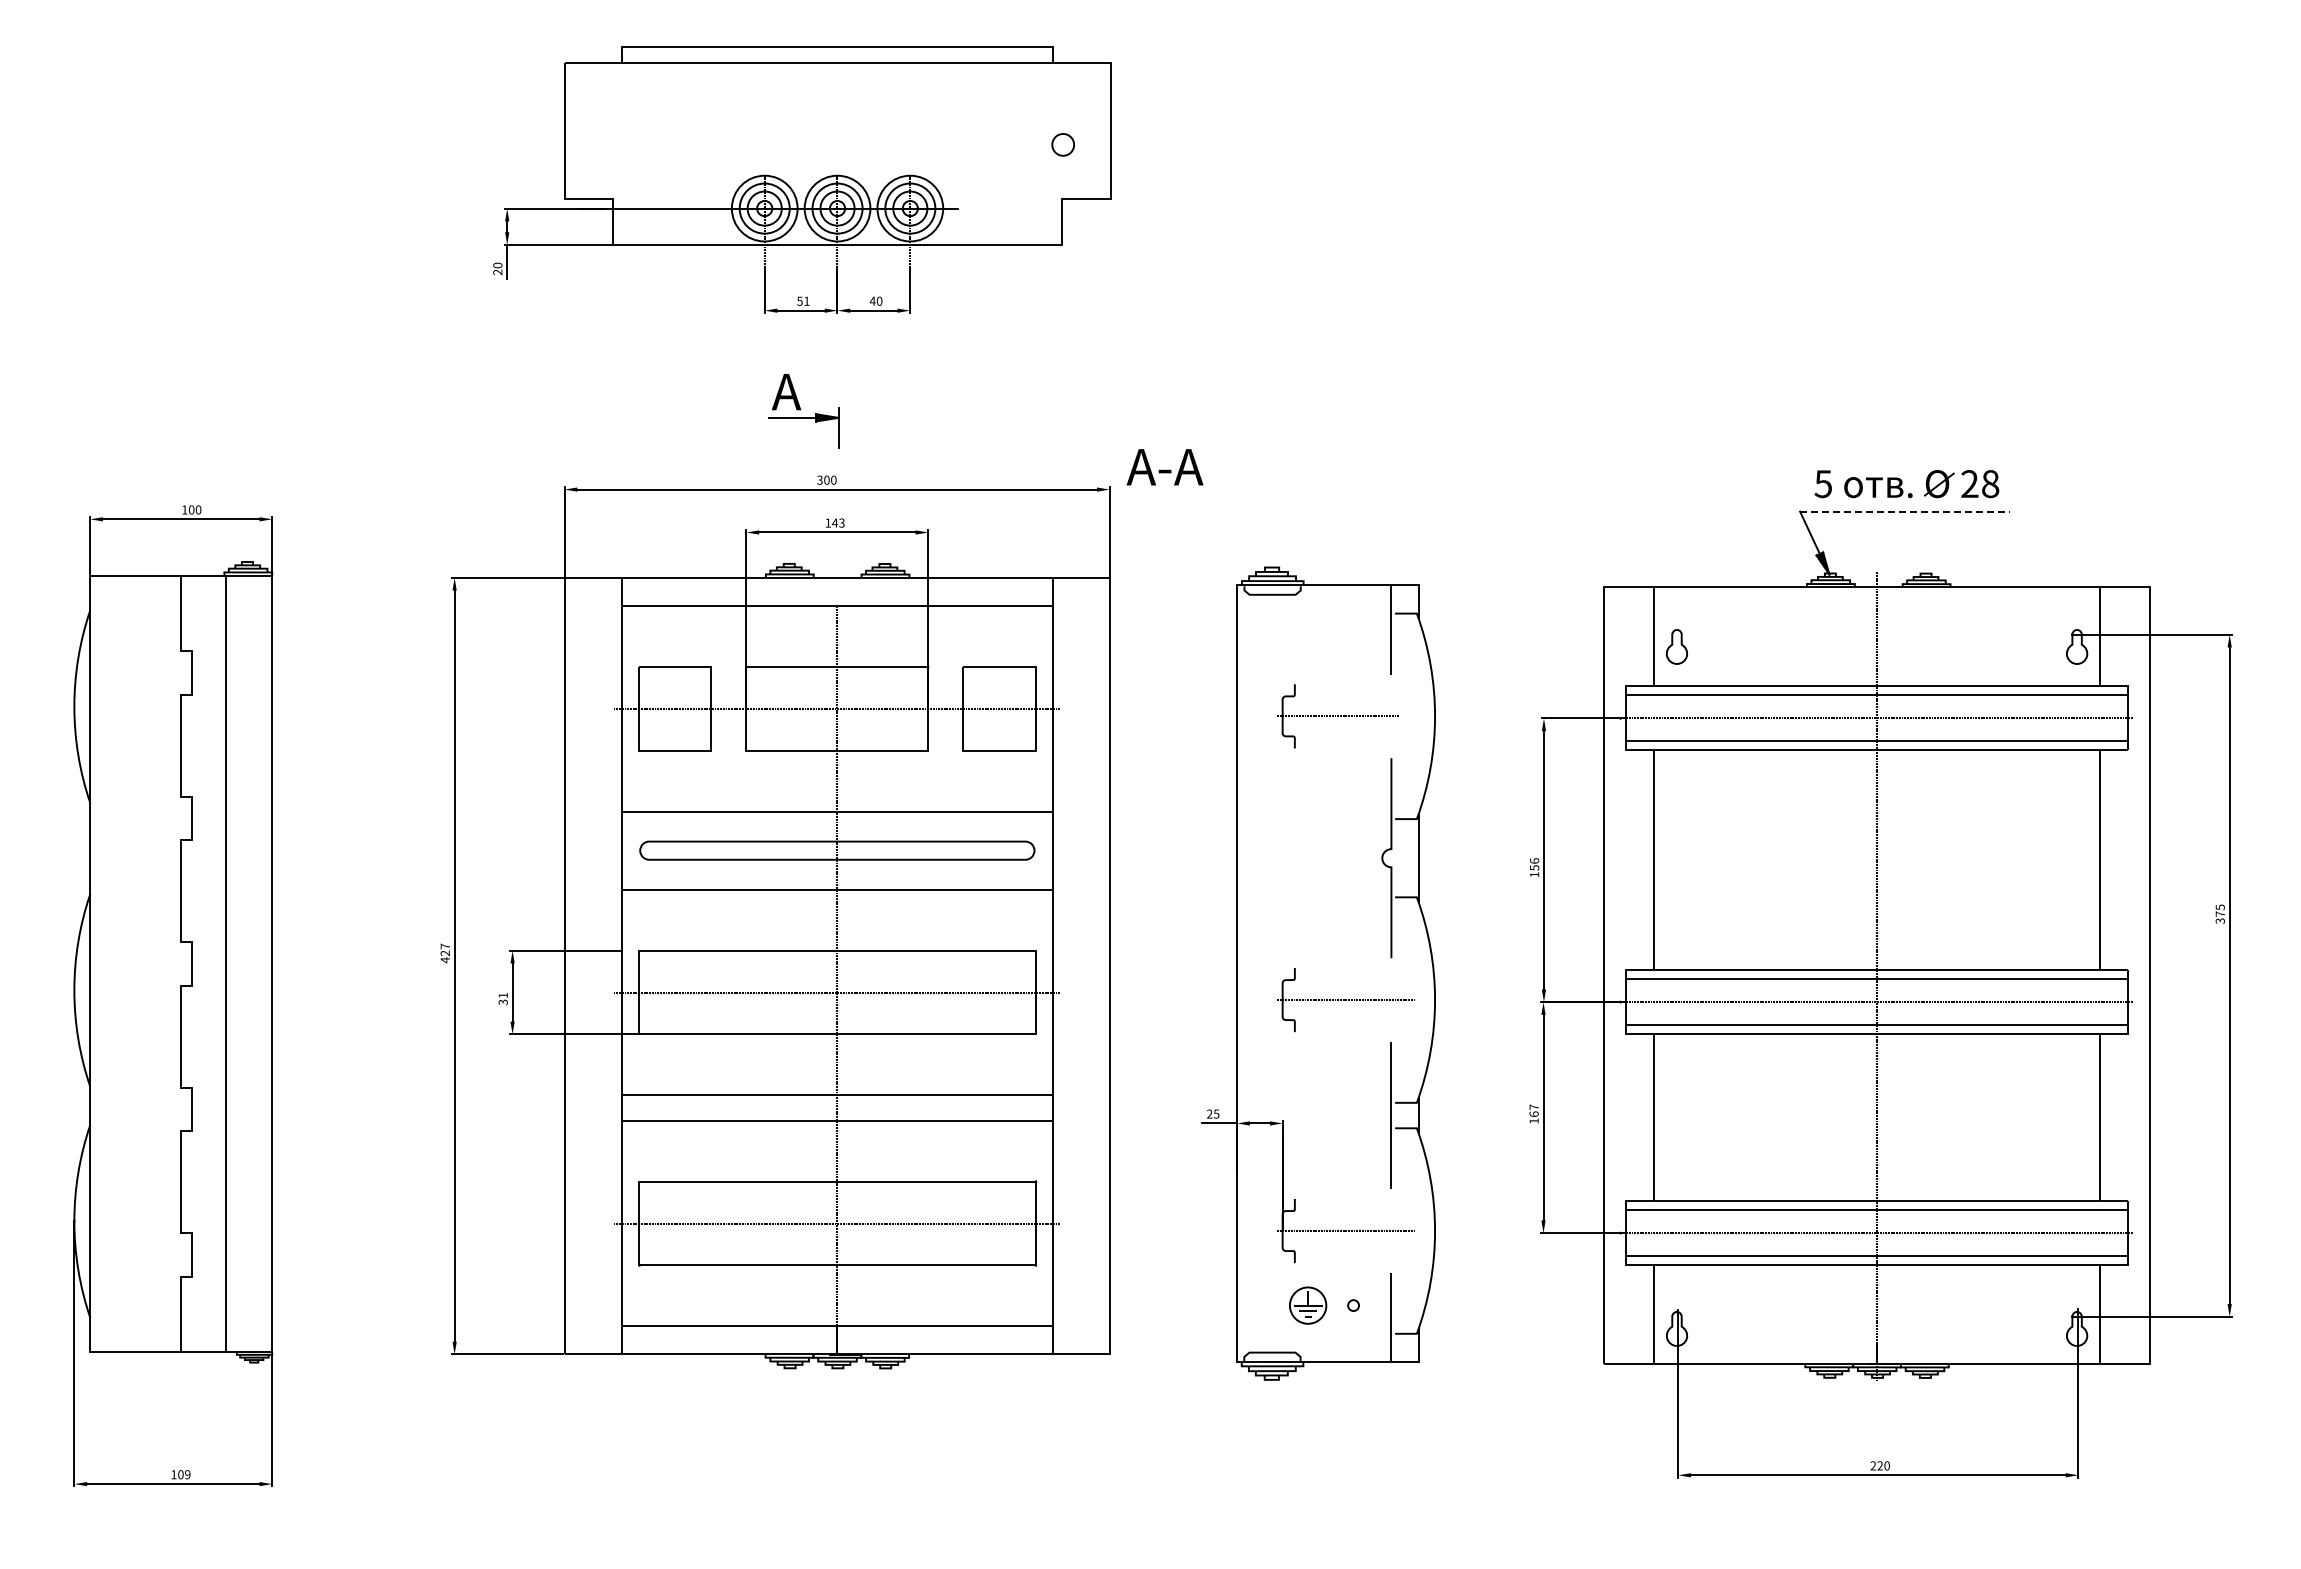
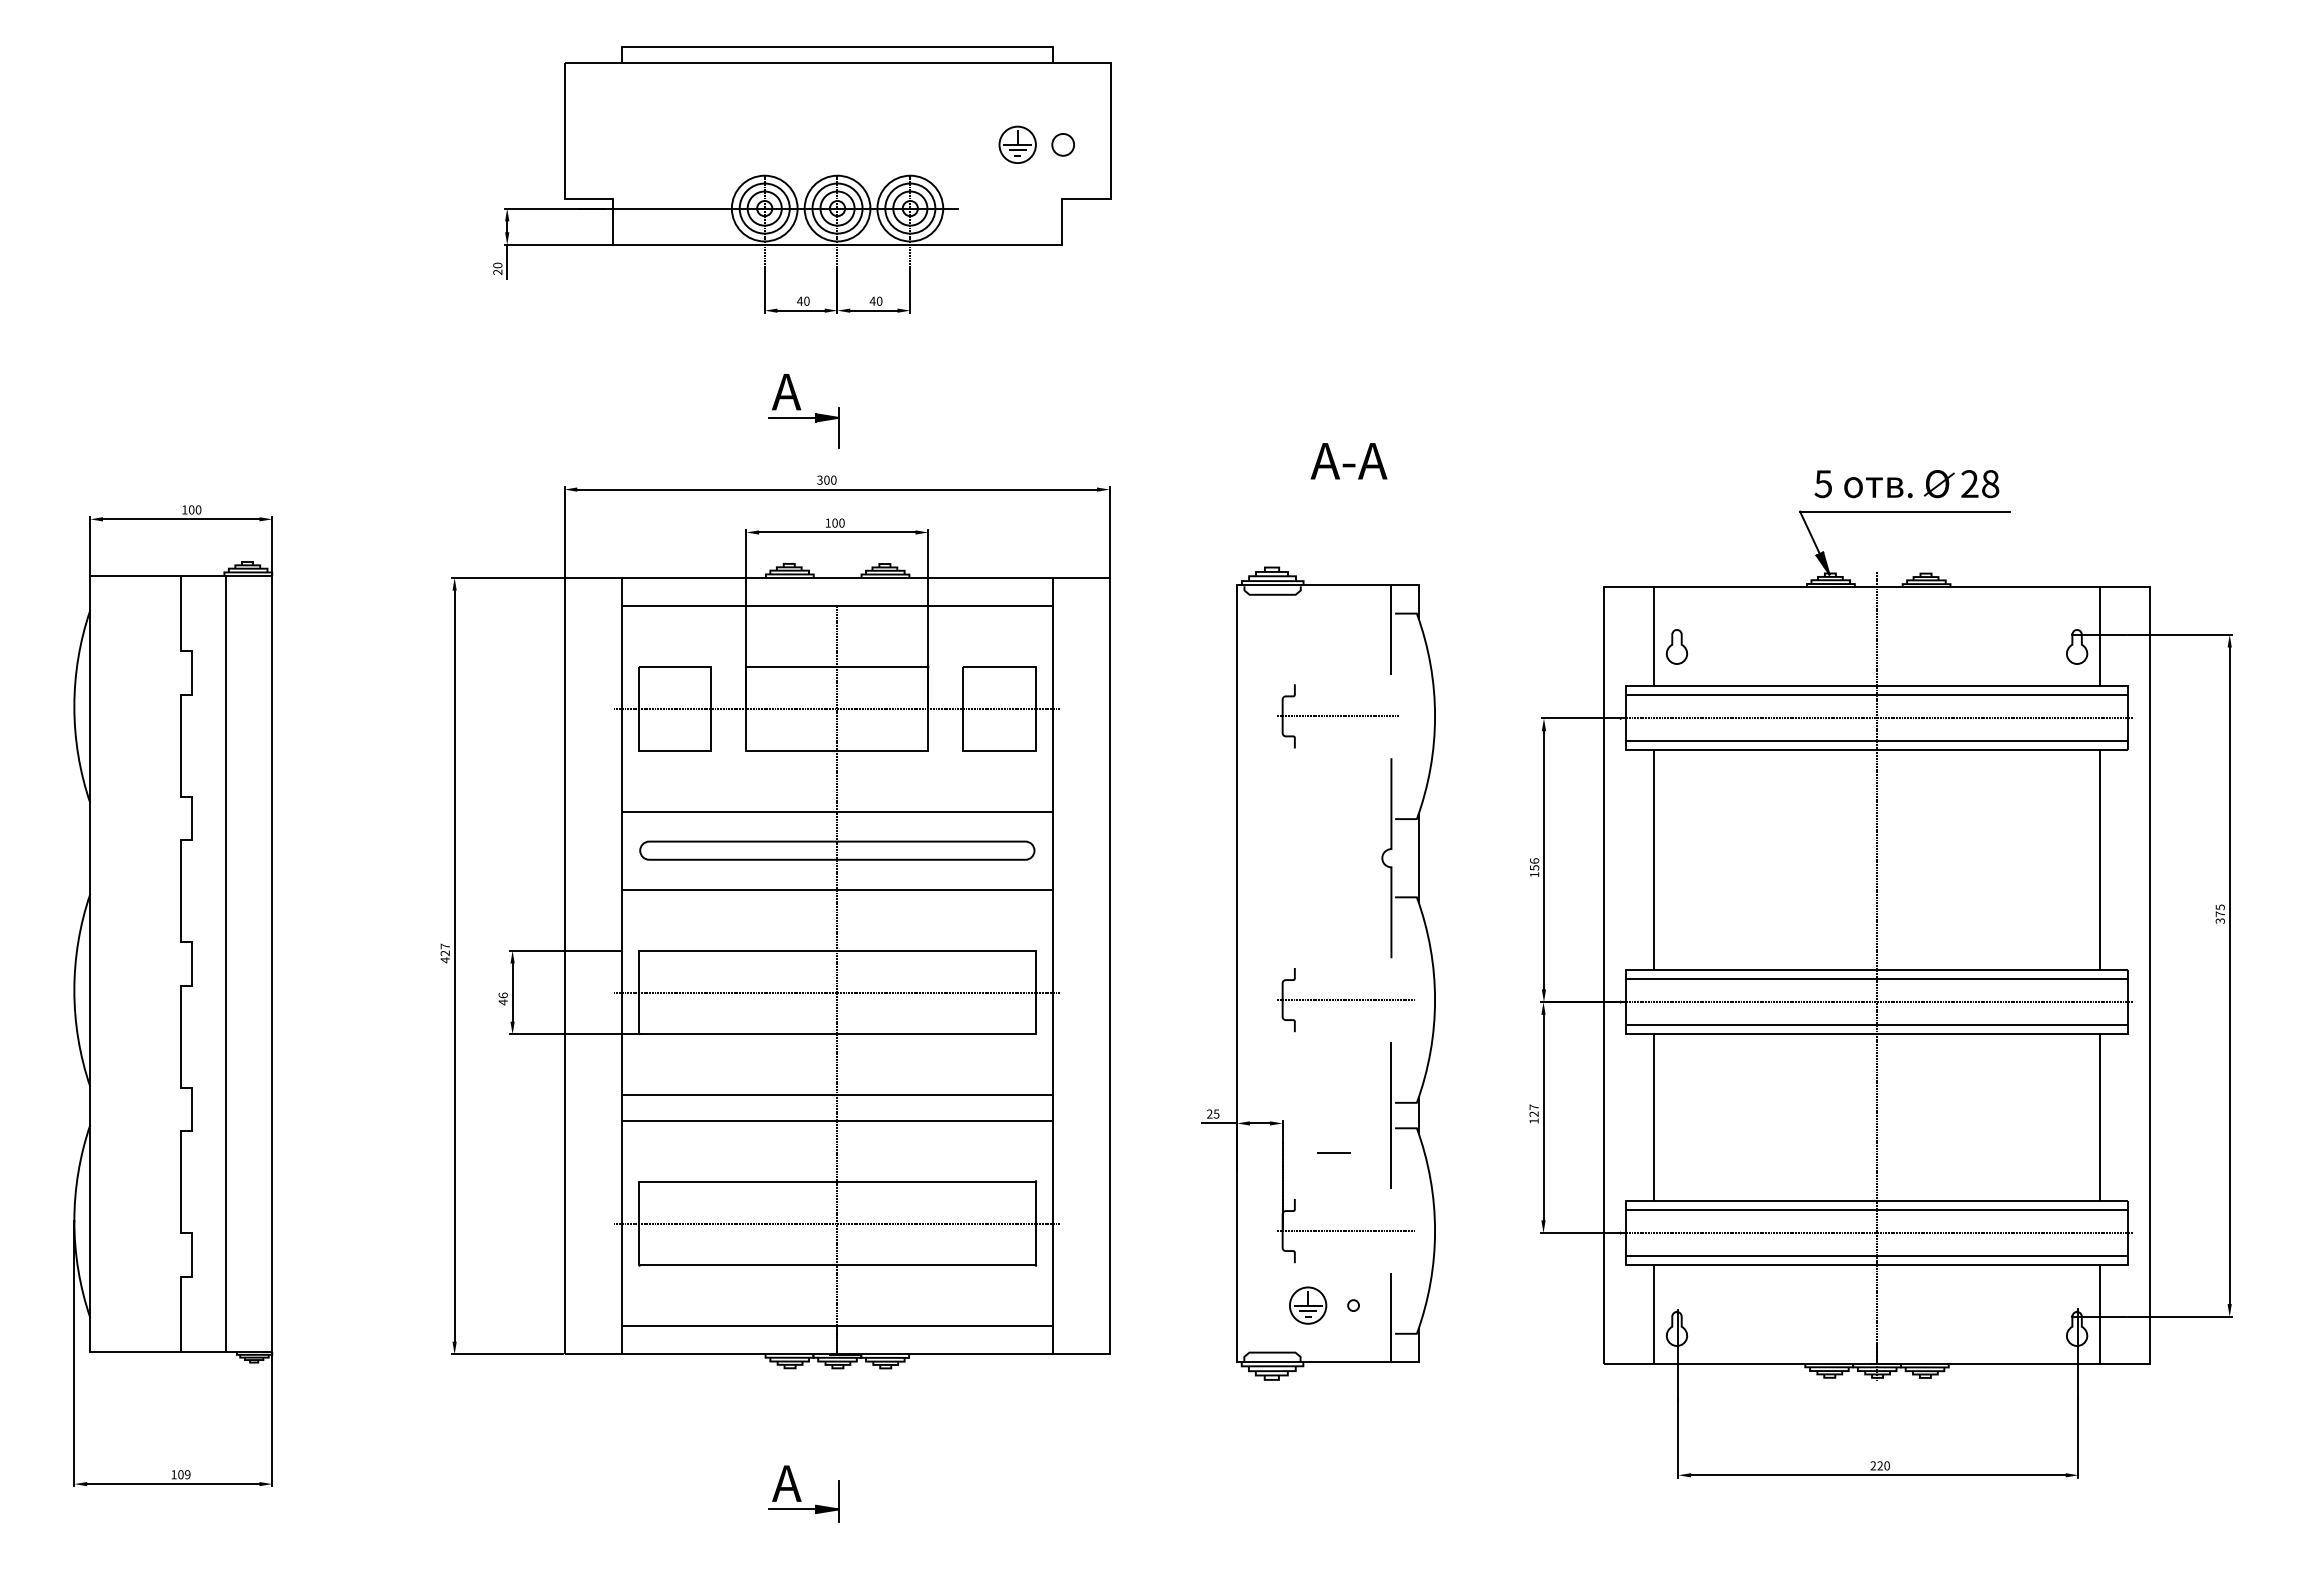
part at (1017, 144): none -> present
text at (803, 300): 51 -> 40
text at (1164, 467) position: (1164, 467) -> (1348, 461)
line at (1904, 511): dashed -> solid
text at (838, 522): 143 -> 100
text at (502, 998): 31 -> 46
text at (1533, 1113): 167 -> 127
line at (1333, 1152): none -> present
part at (803, 1493): none -> present
